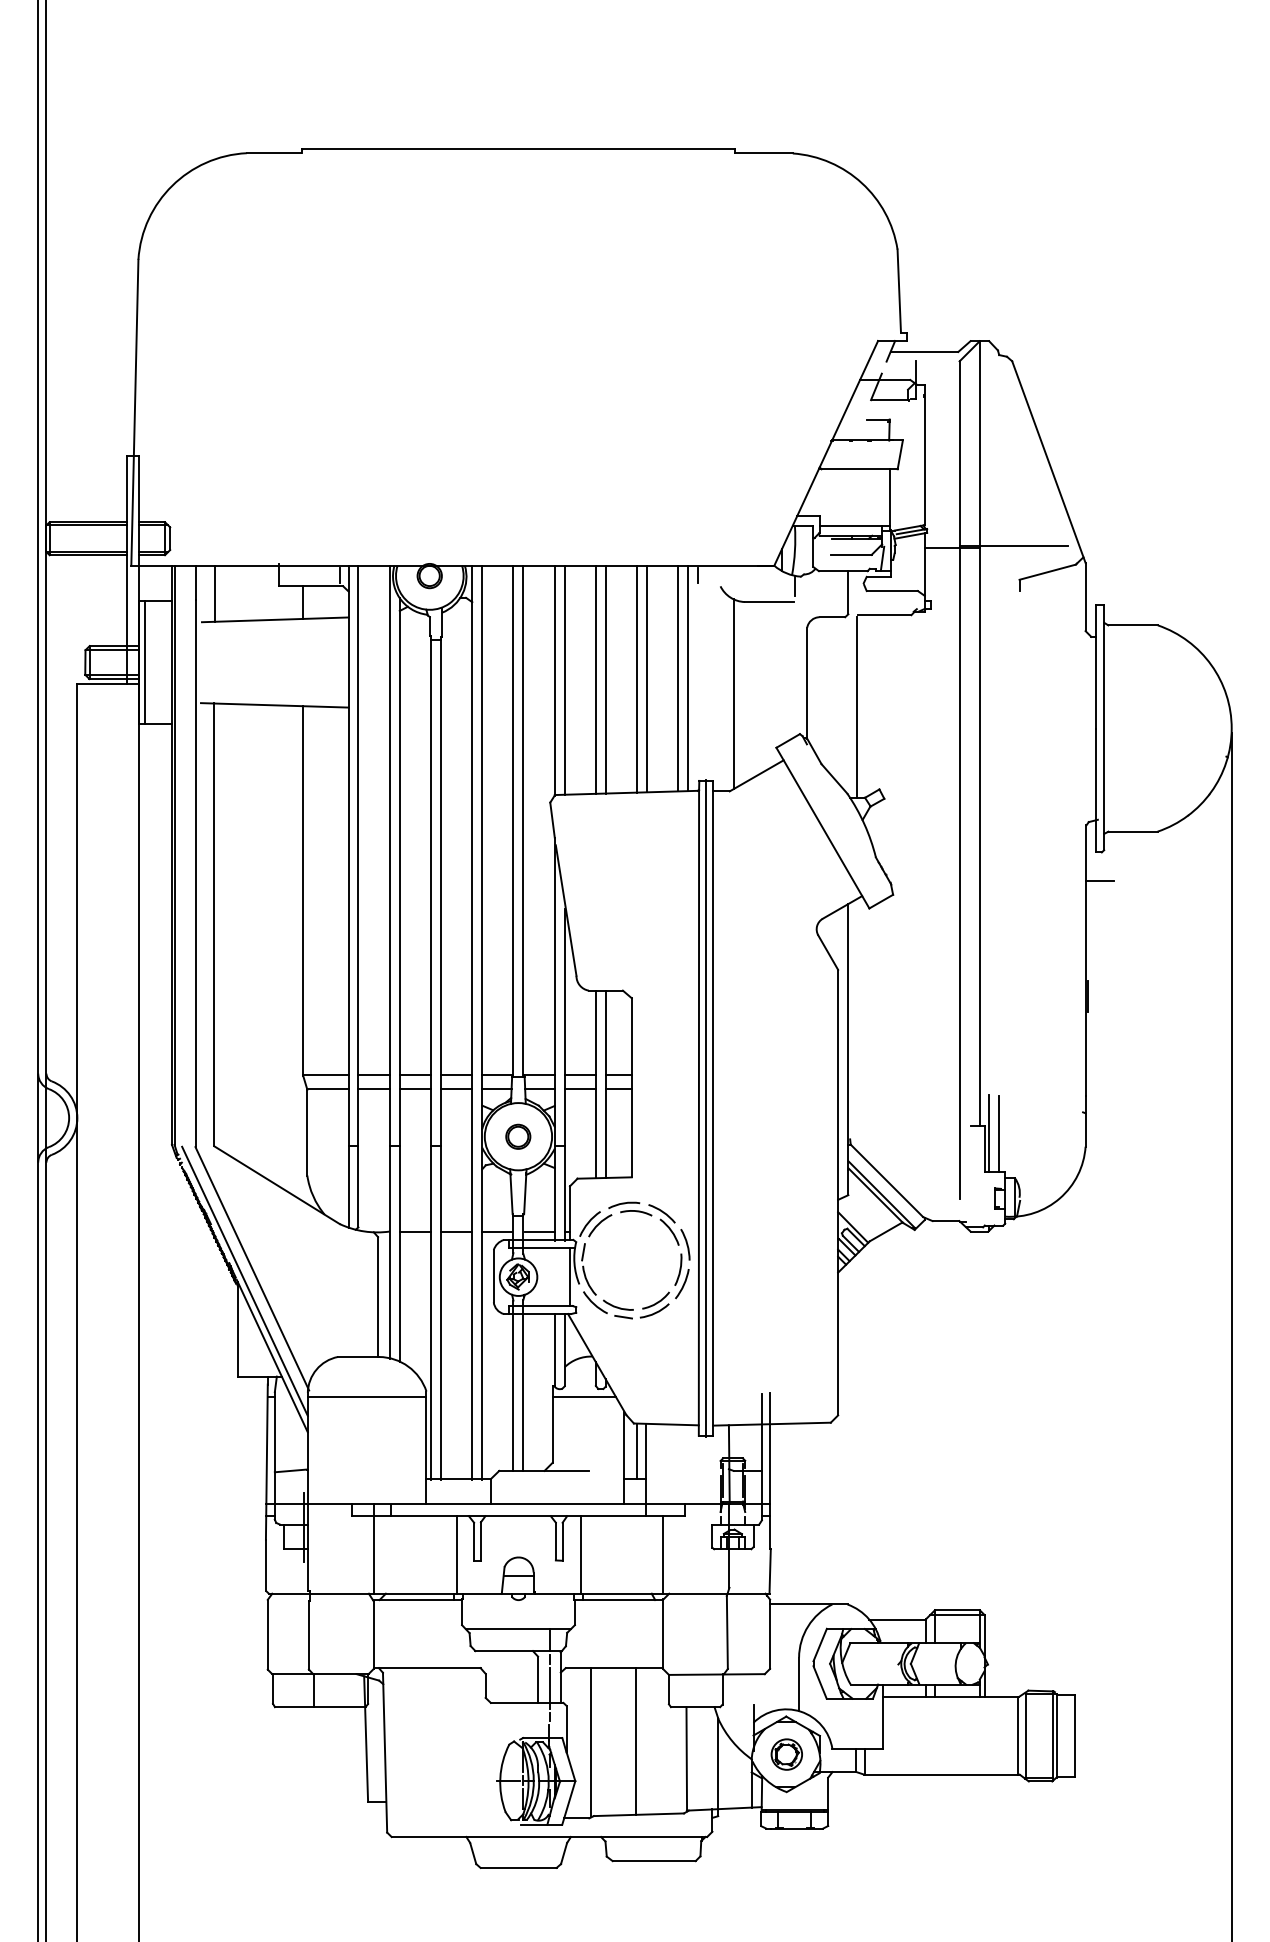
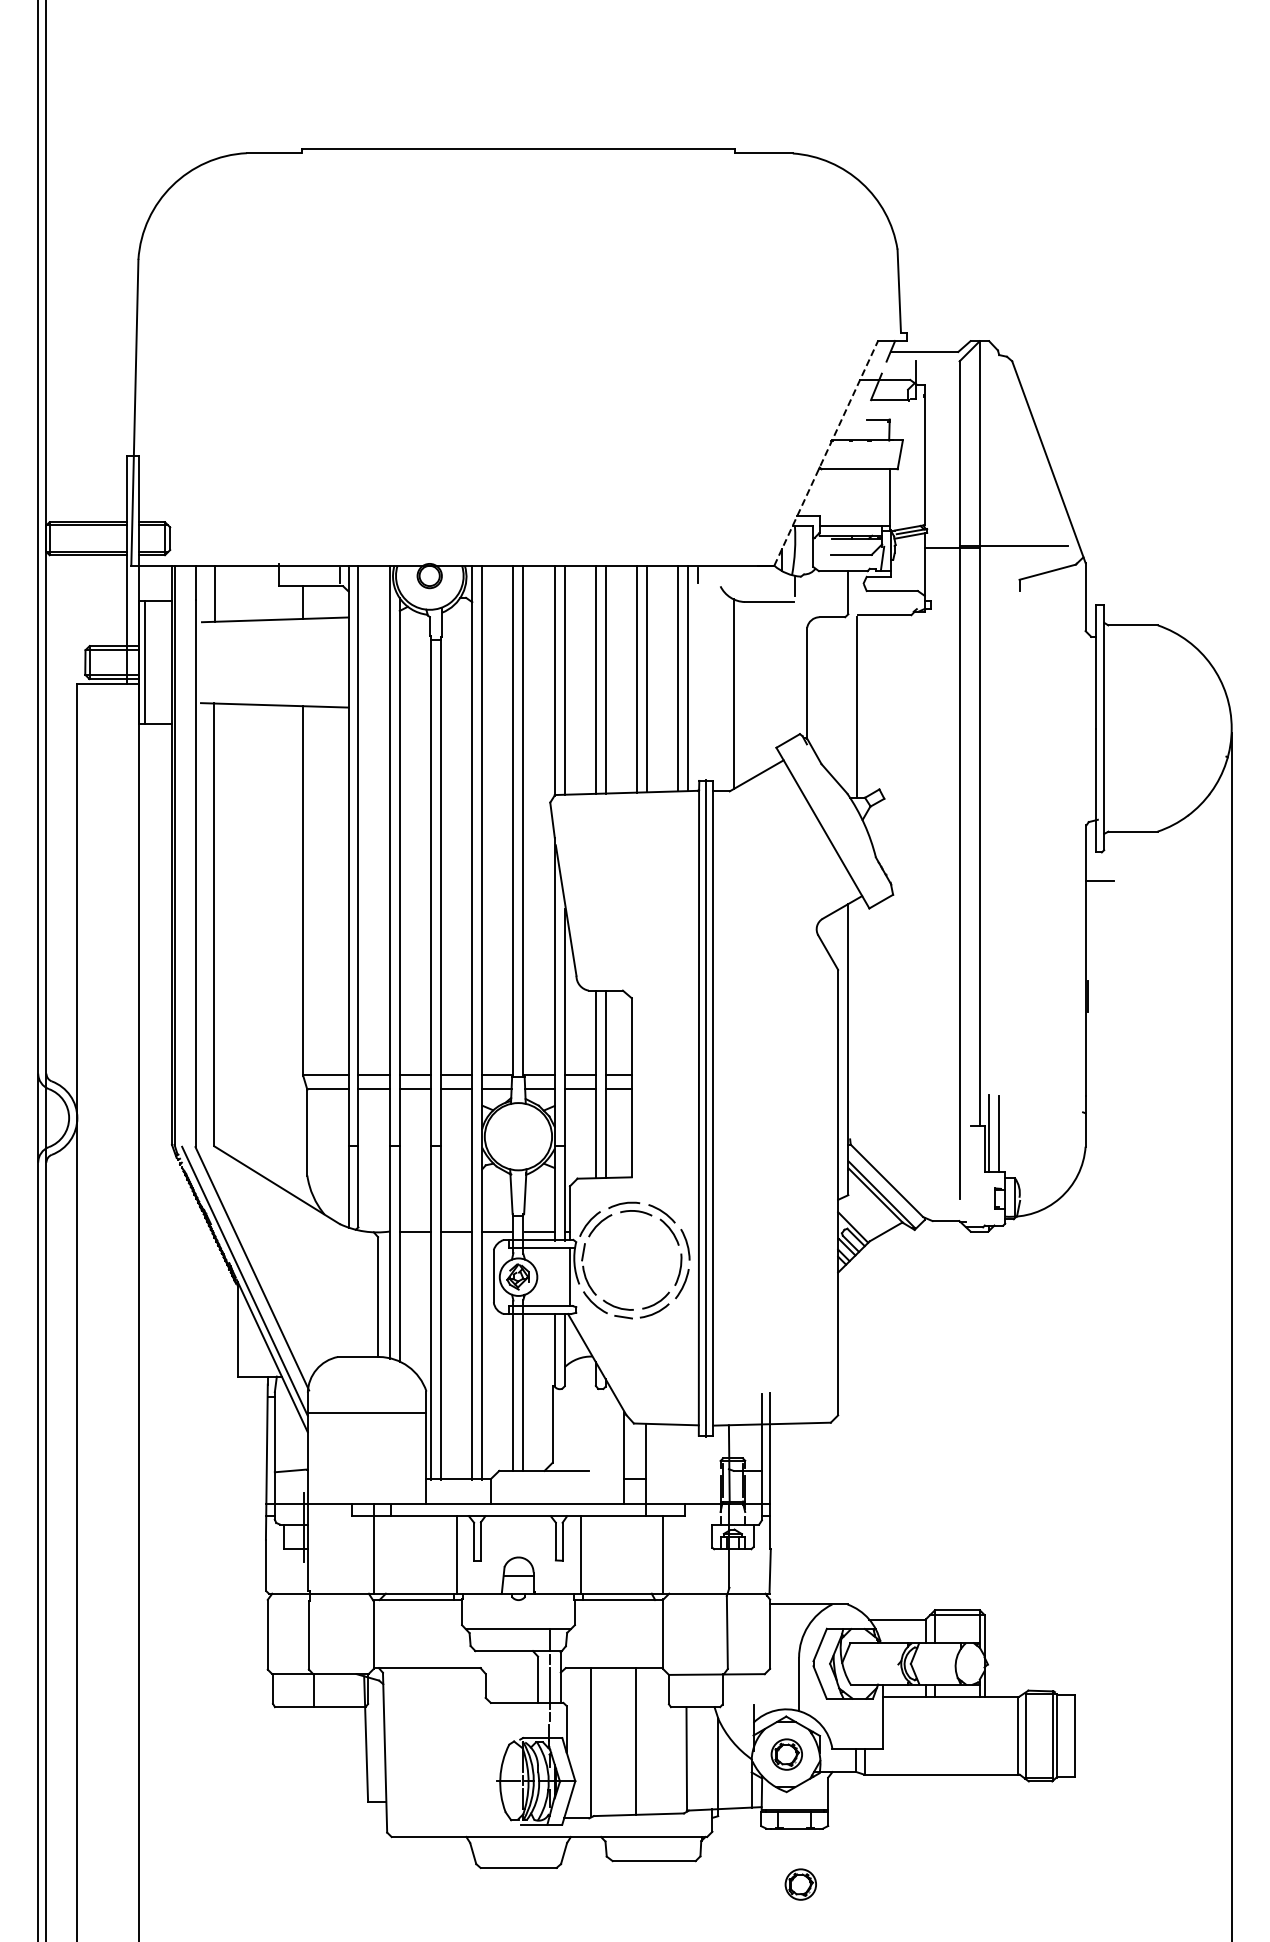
line at (826, 453): solid -> dashed
part at (518, 1136): present -> none
line at (366, 1396) position: (366, 1396) -> (366, 1412)
line at (583, 1396): present -> none
line at (637, 1451): present -> none
part at (800, 1884): none -> present
